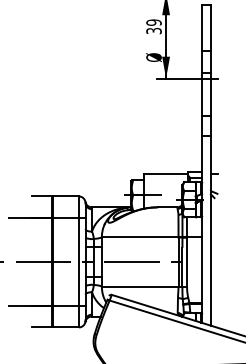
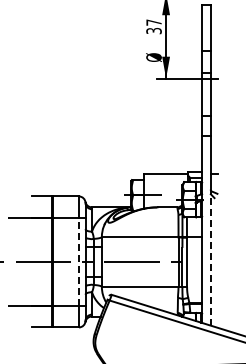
text at (153, 22): 39 -> 37
line at (210, 259): solid -> dashed
line at (78, 261): solid -> dashed
